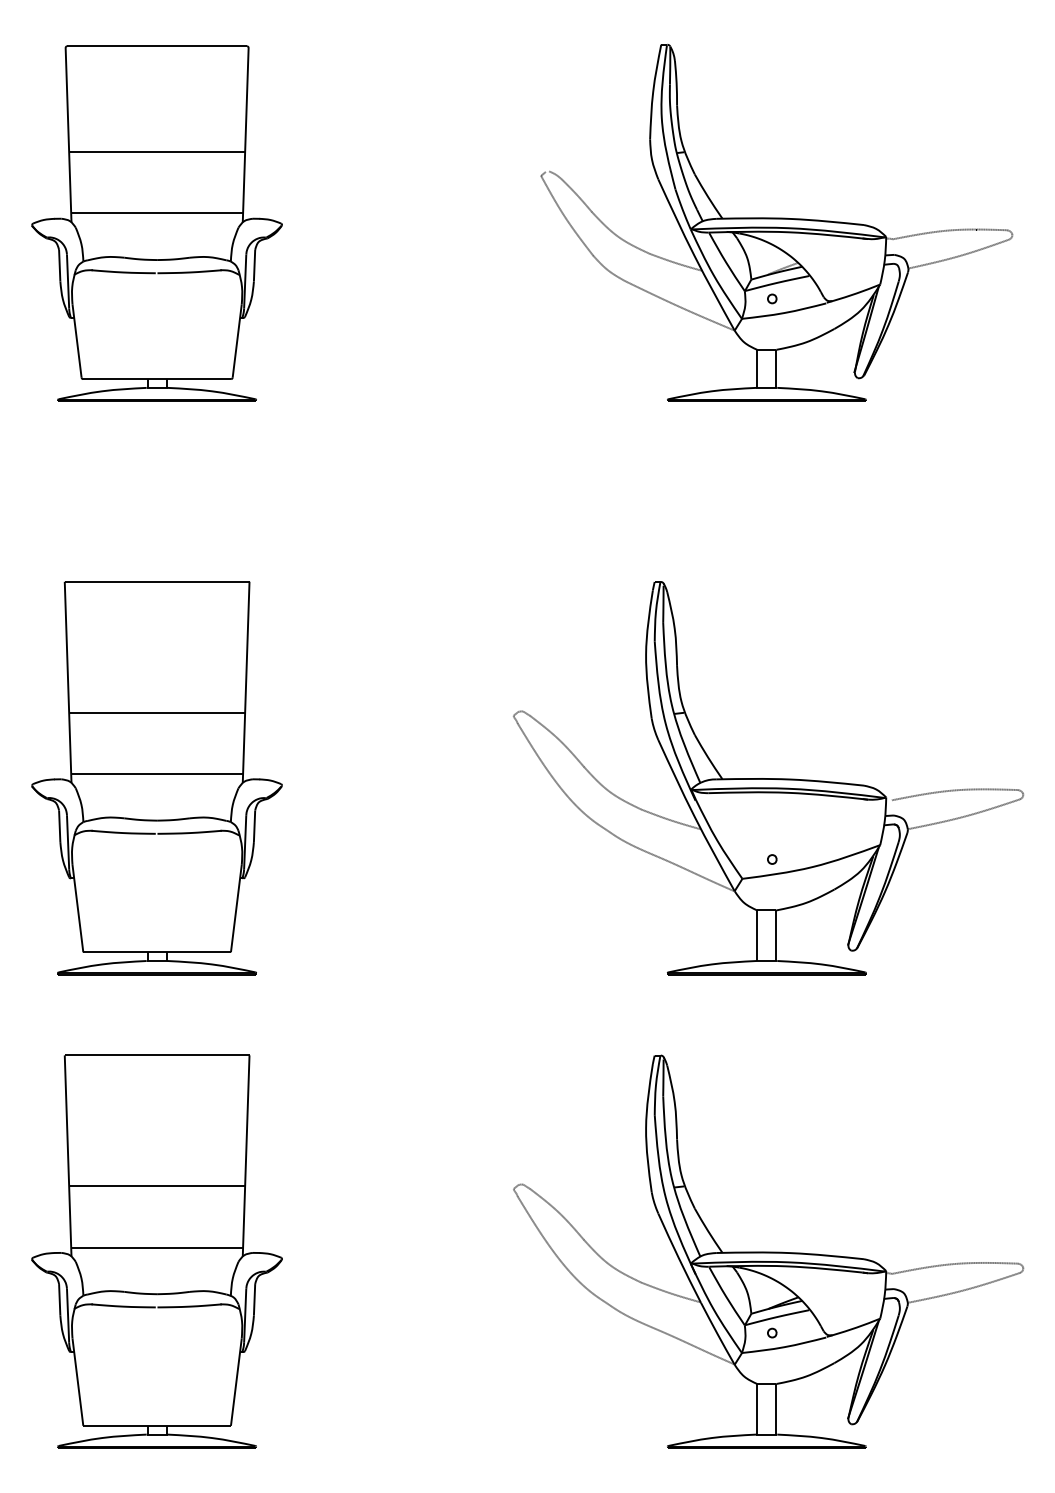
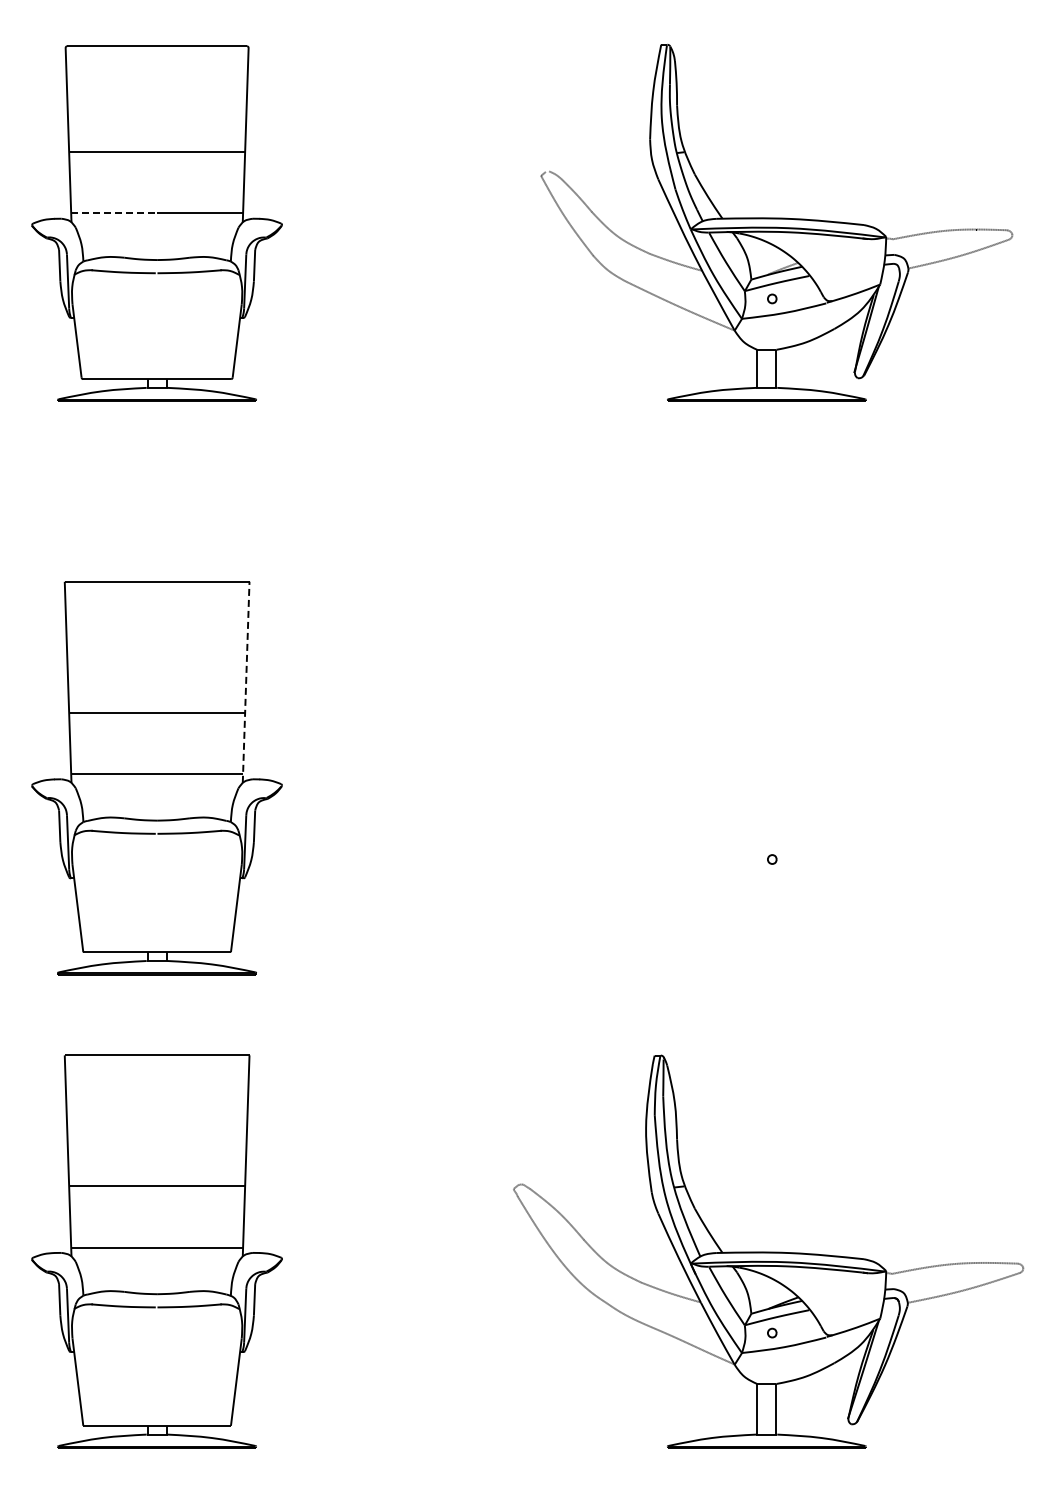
line at (113, 213): solid -> dashed
line at (246, 682): solid -> dashed
part at (768, 778): present -> none
